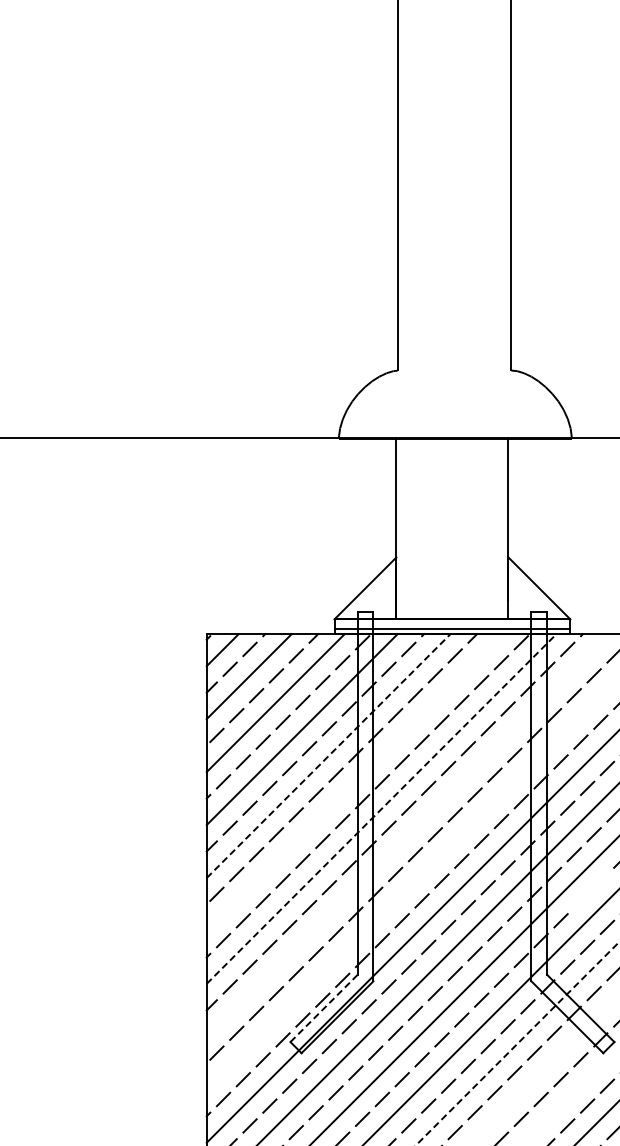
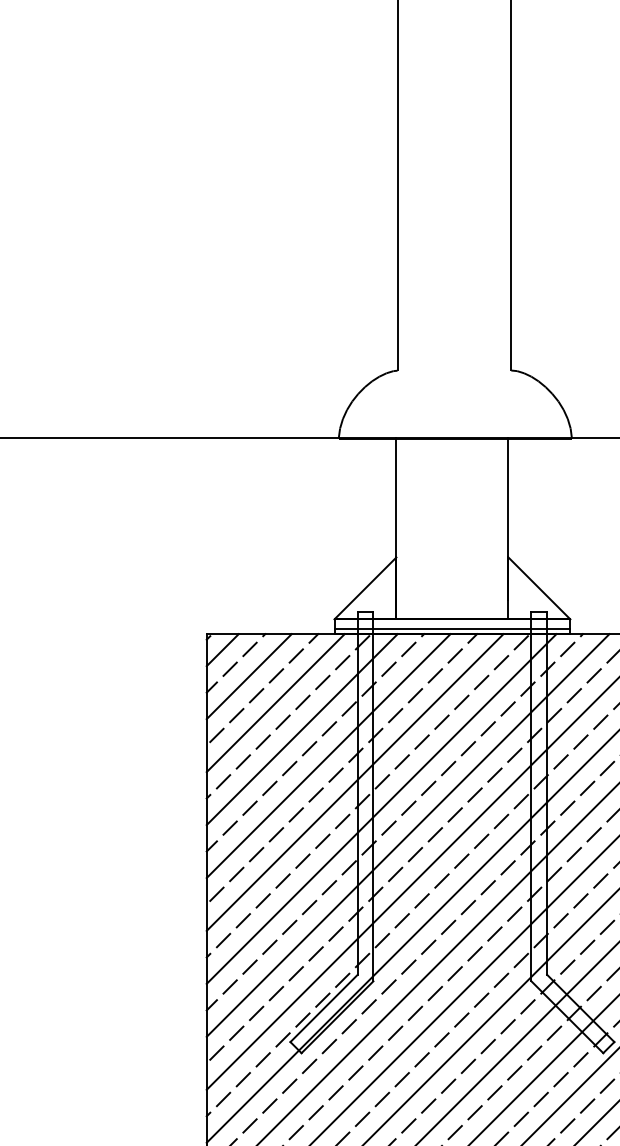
line at (329, 755): dashed -> solid
line at (354, 782): none -> present
line at (381, 808): dashed -> solid
line at (407, 835): none -> present
line at (411, 884): none -> present
line at (593, 888): none -> present
line at (324, 1008): dashed -> solid
line at (517, 1043): dashed -> solid
line at (543, 1069): none -> present
line at (570, 1096): none -> present
